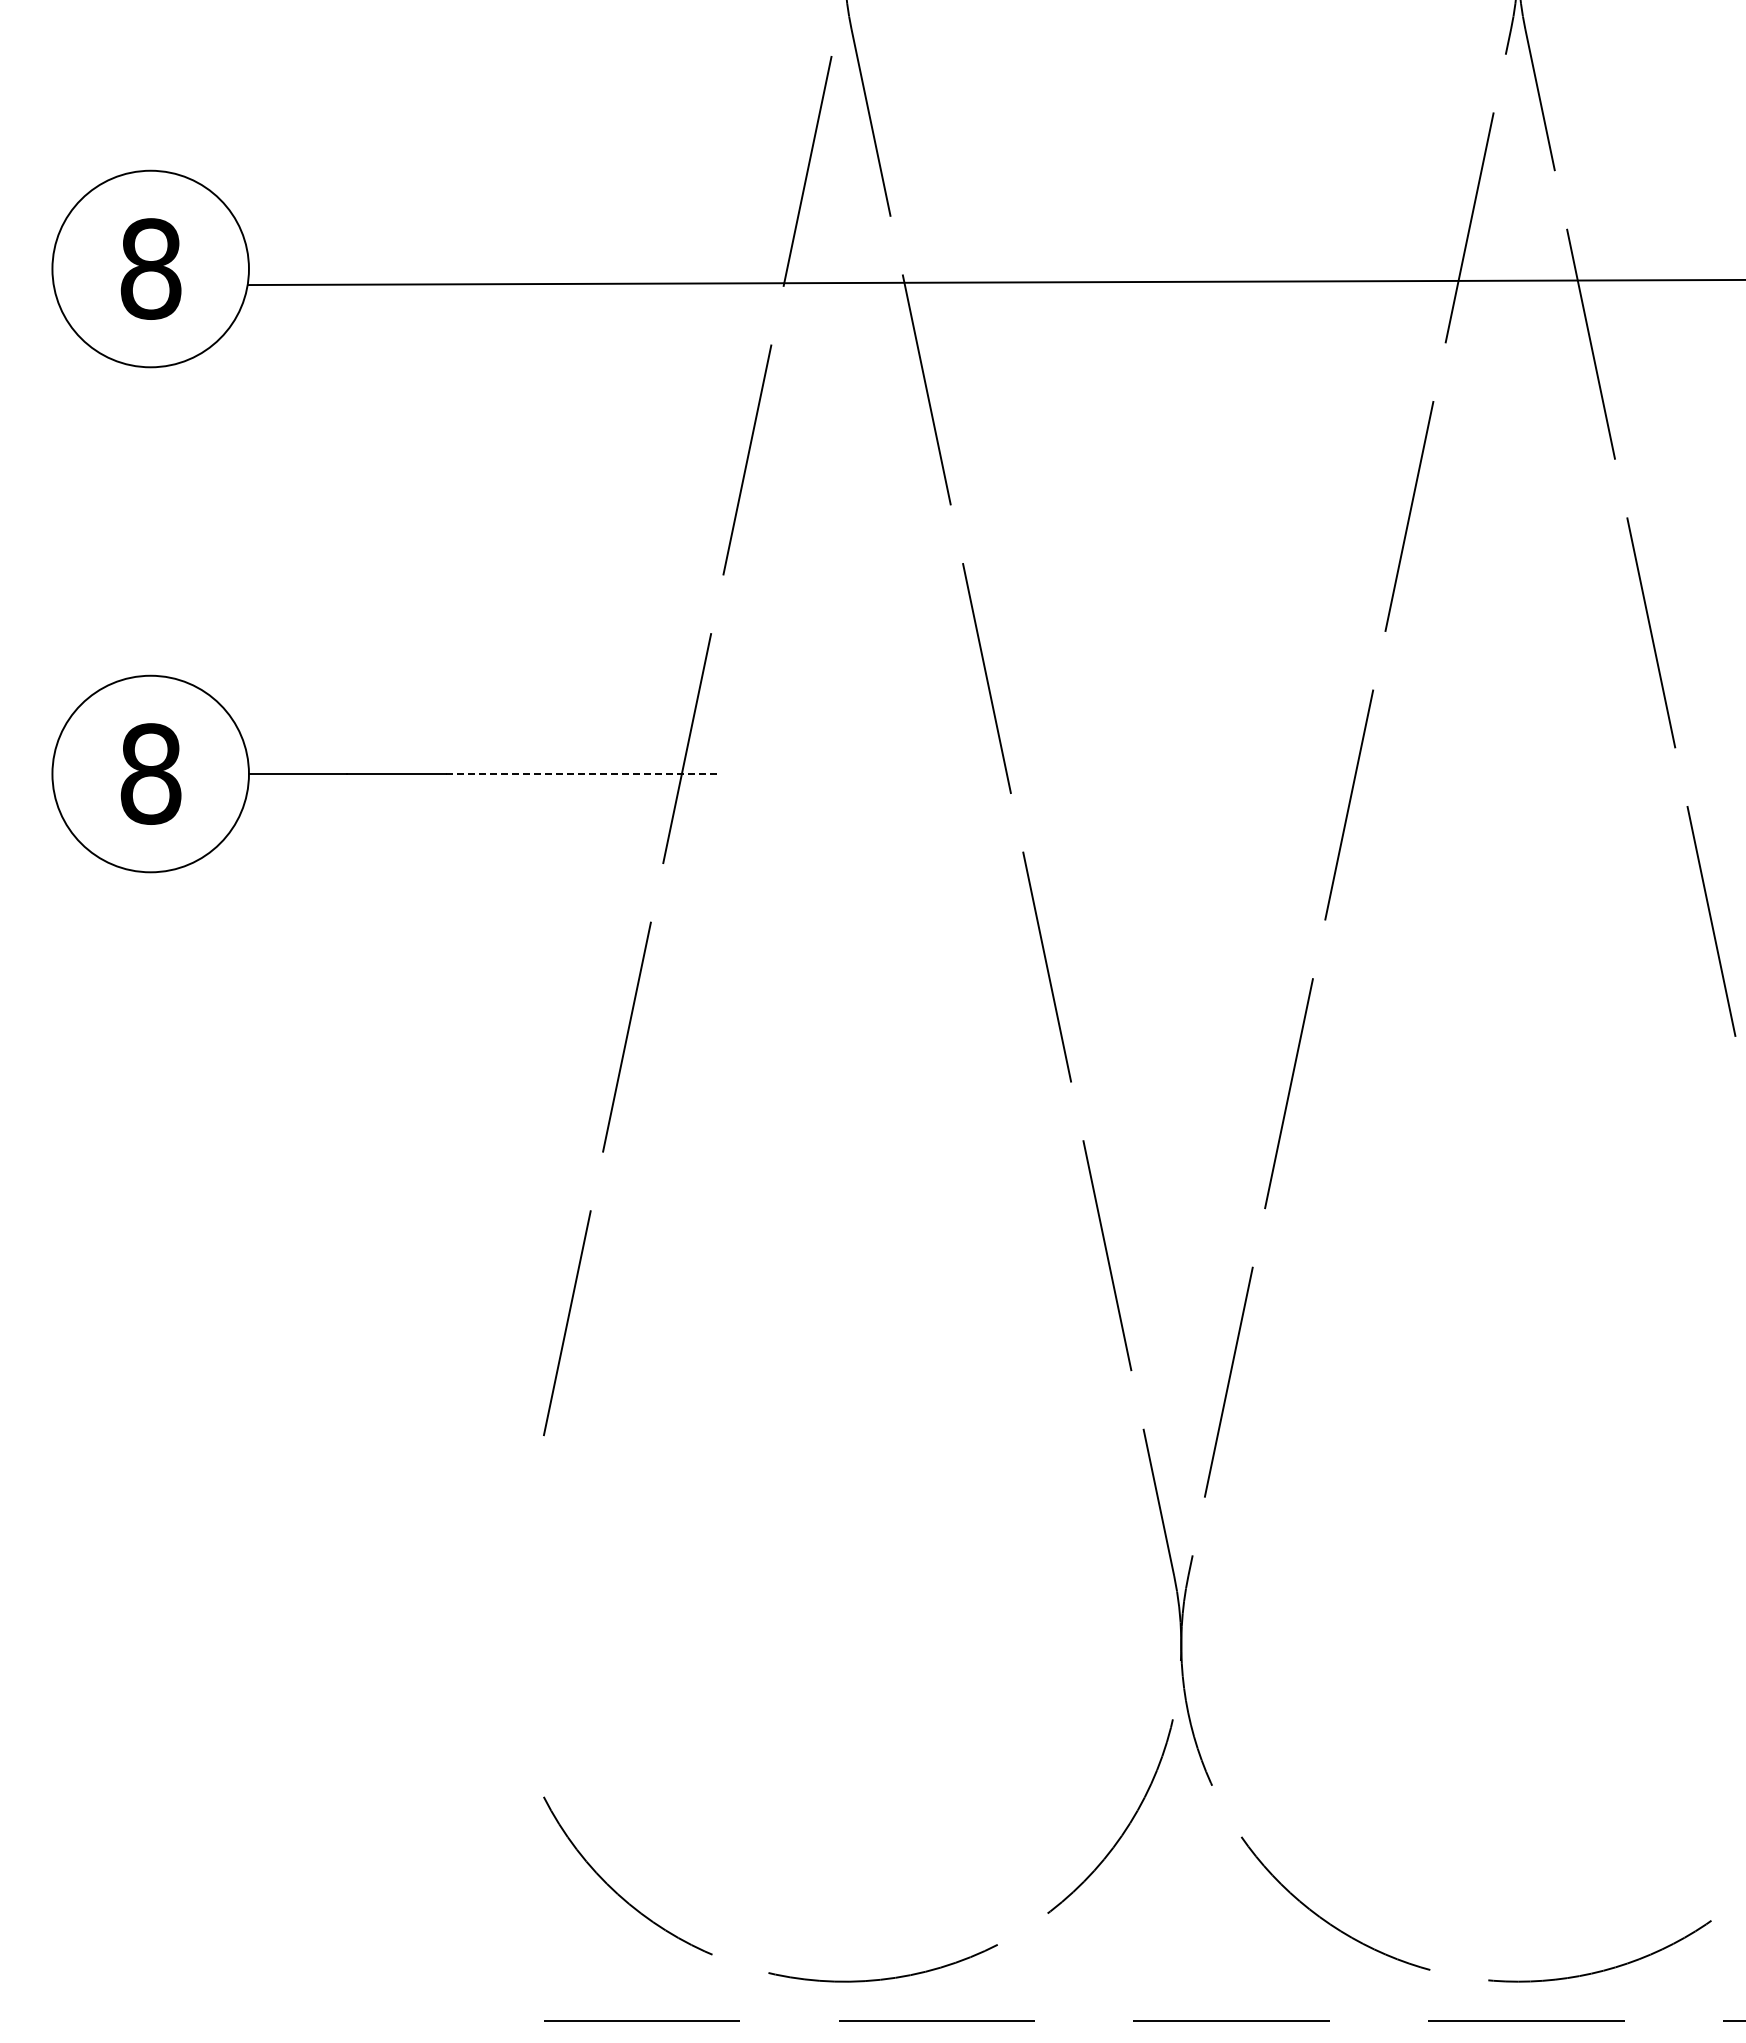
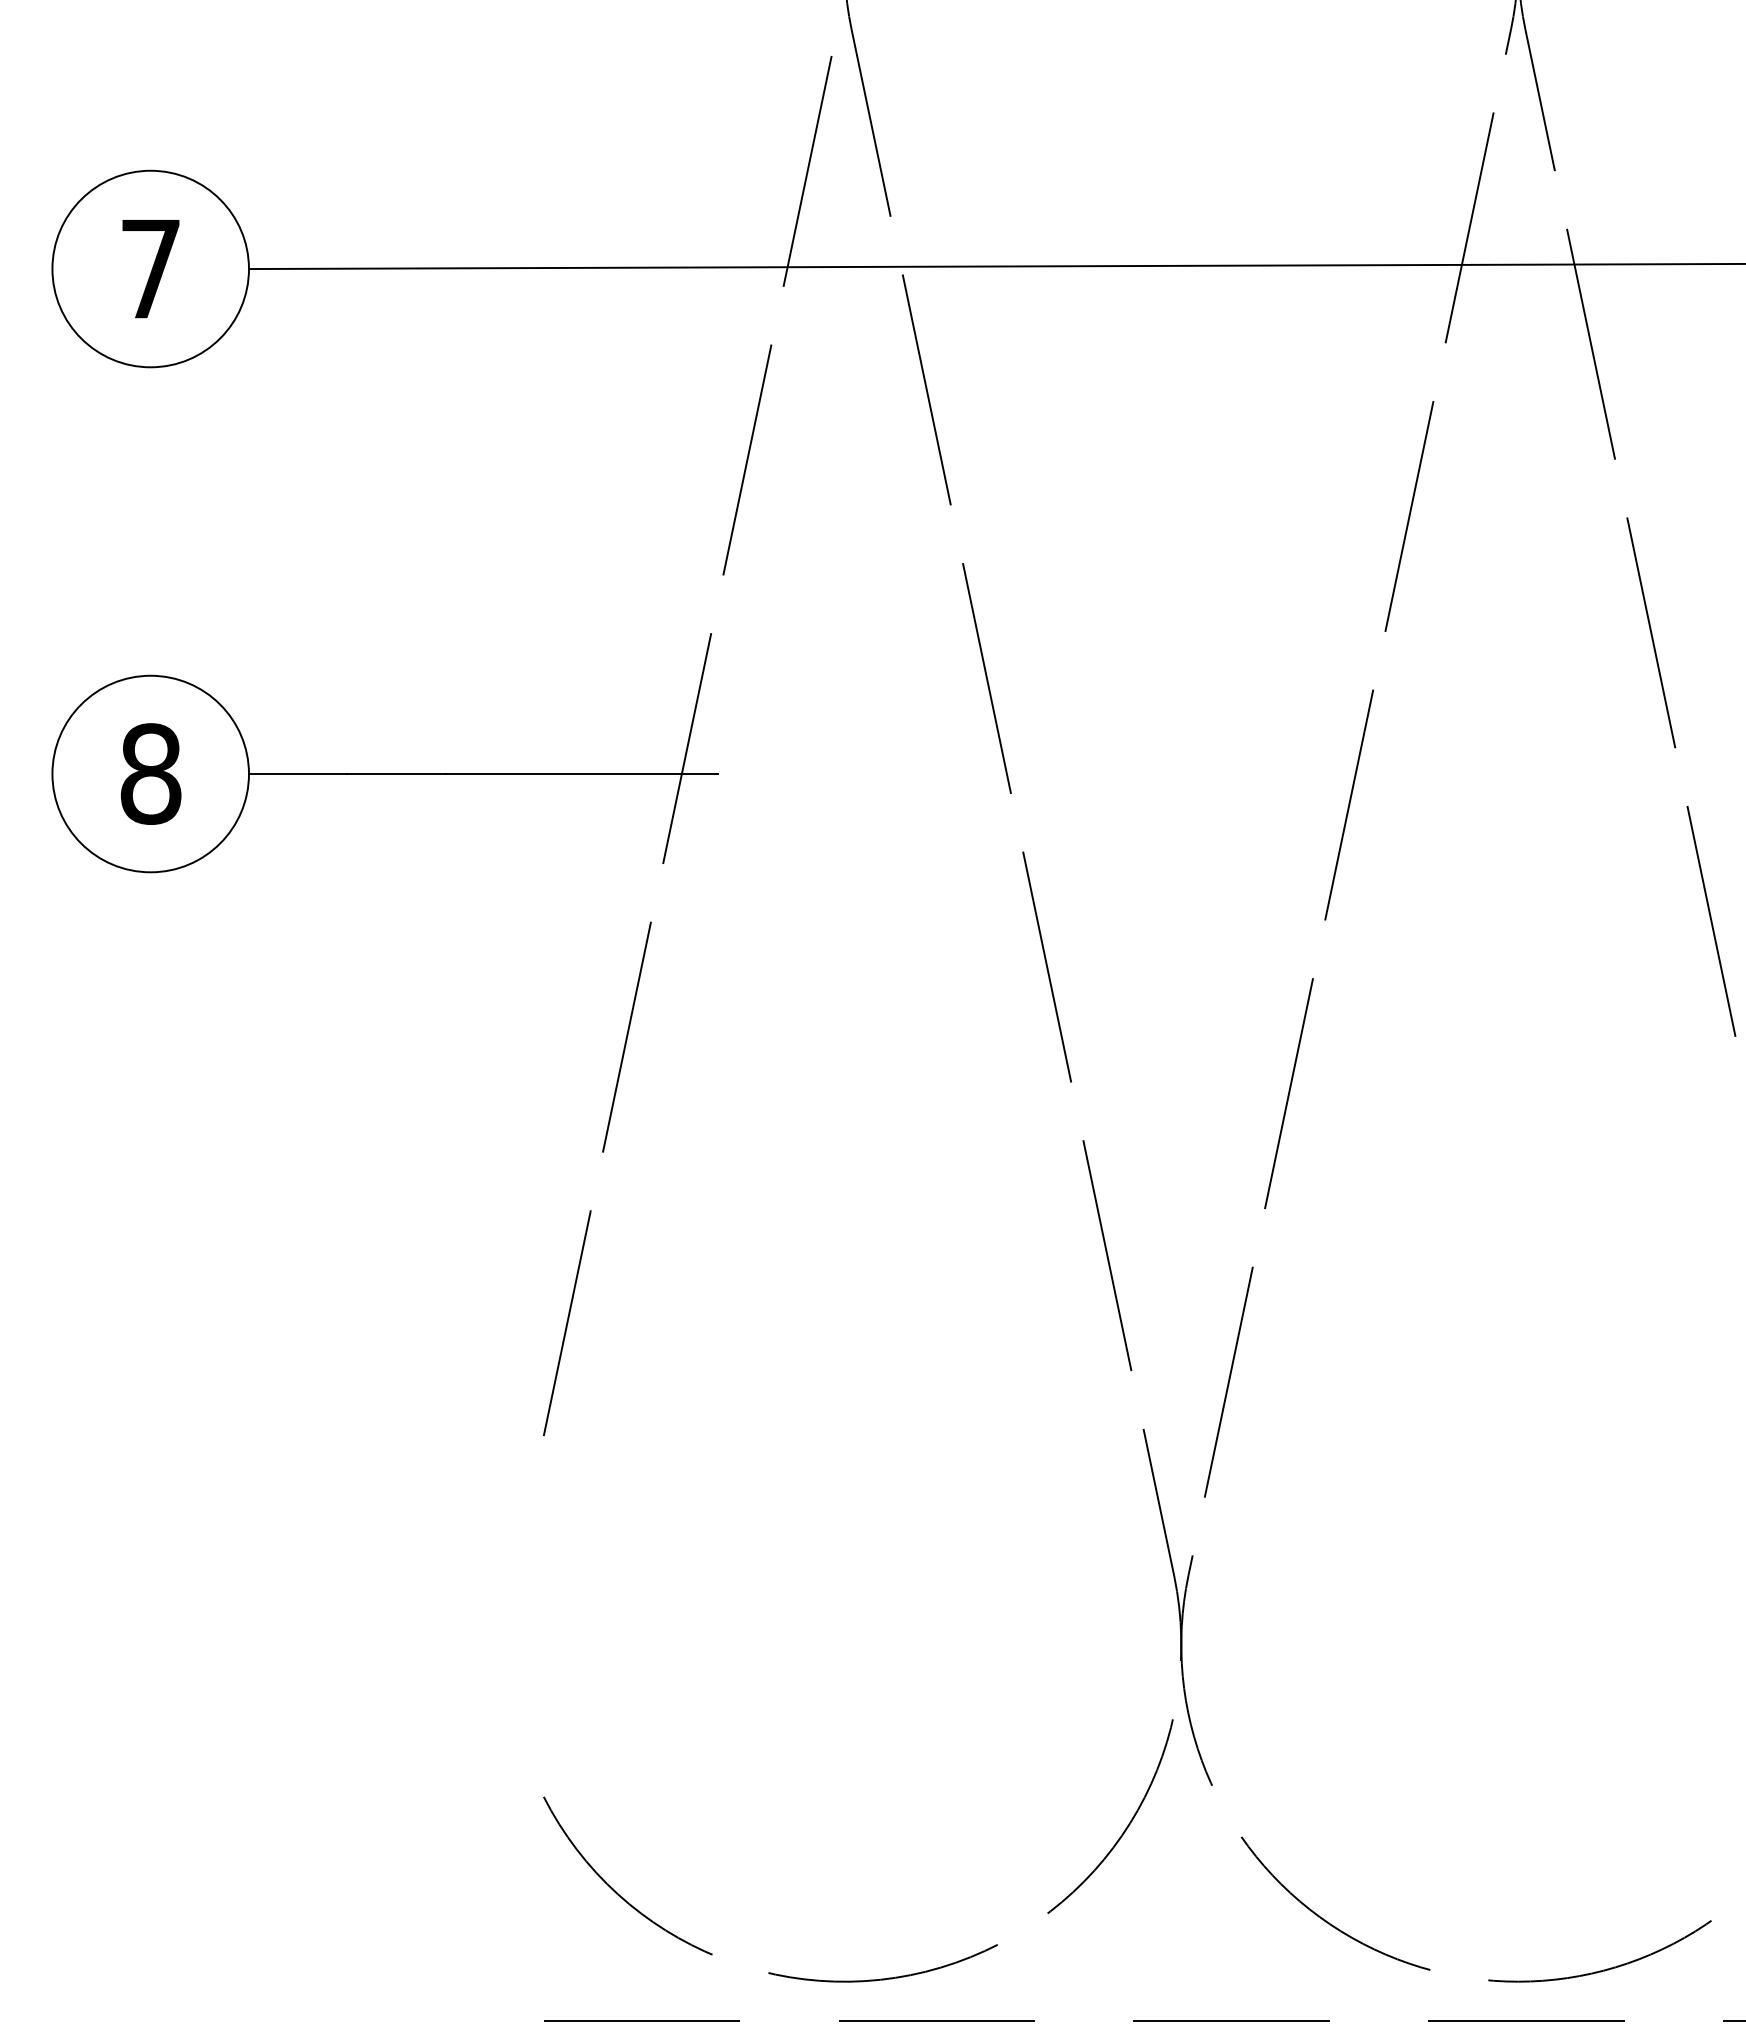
text at (150, 268): 8 -> 7
line at (995, 282) position: (995, 282) -> (995, 266)
line at (582, 774): dashed -> solid
